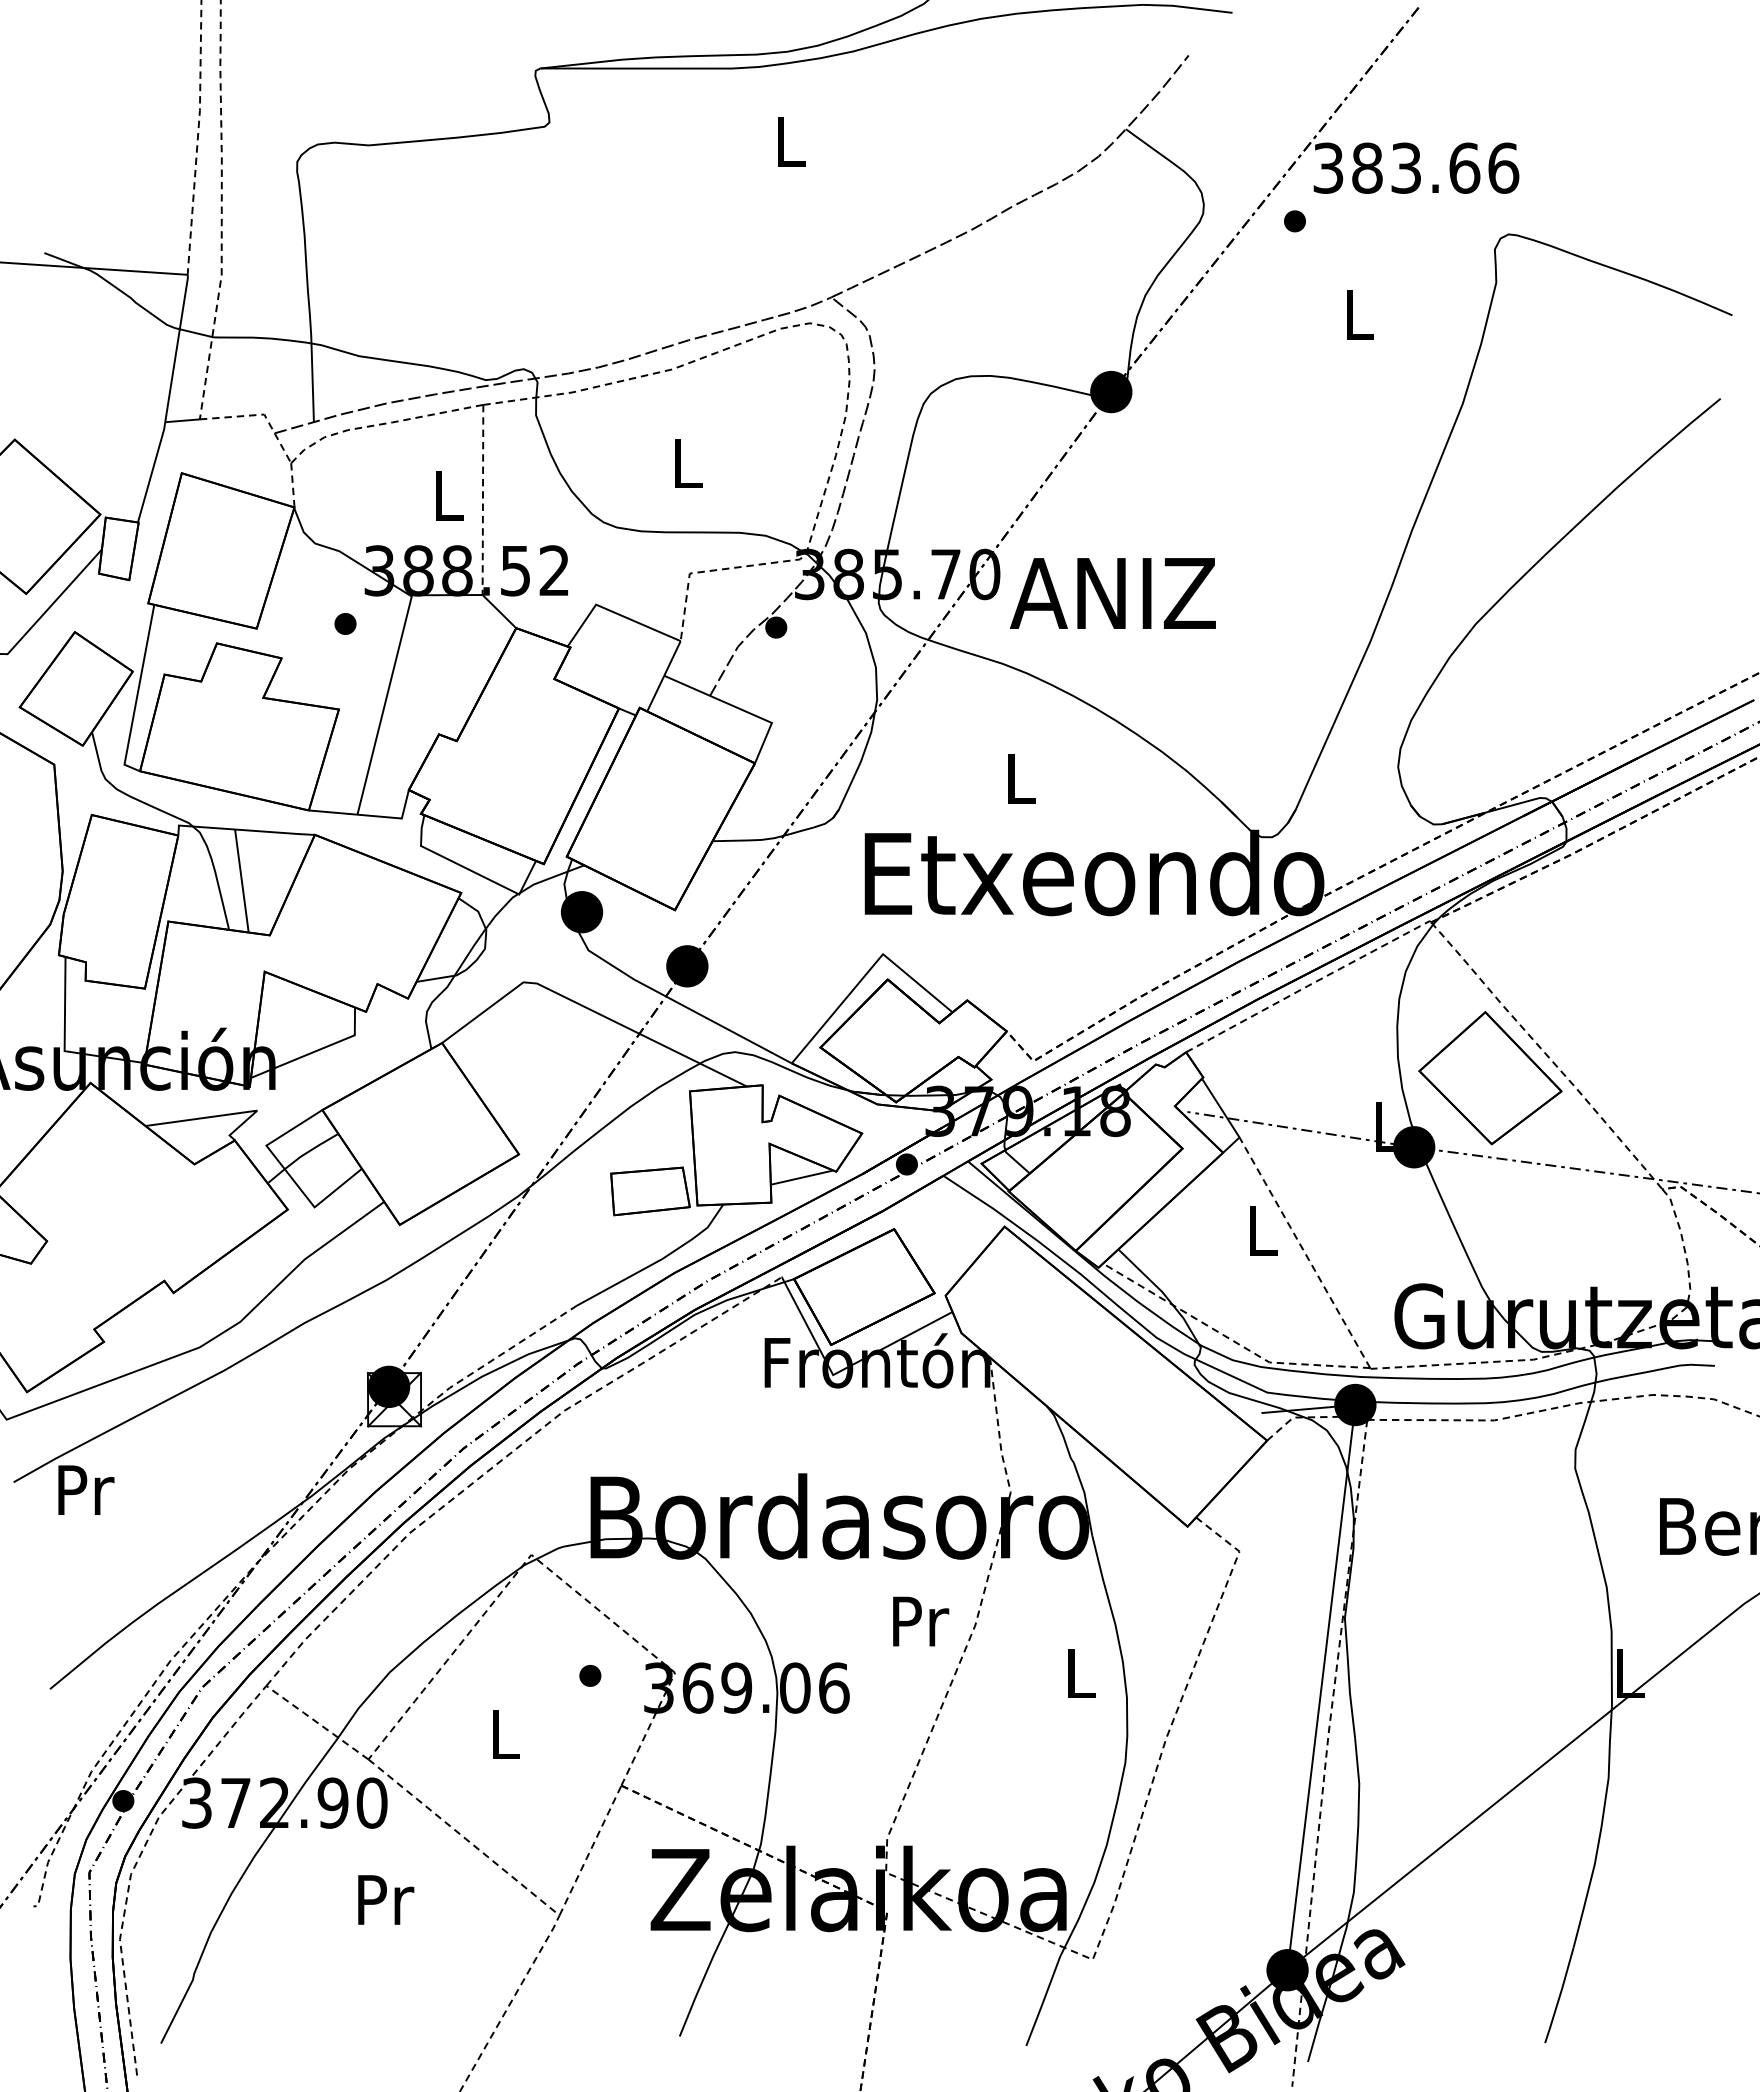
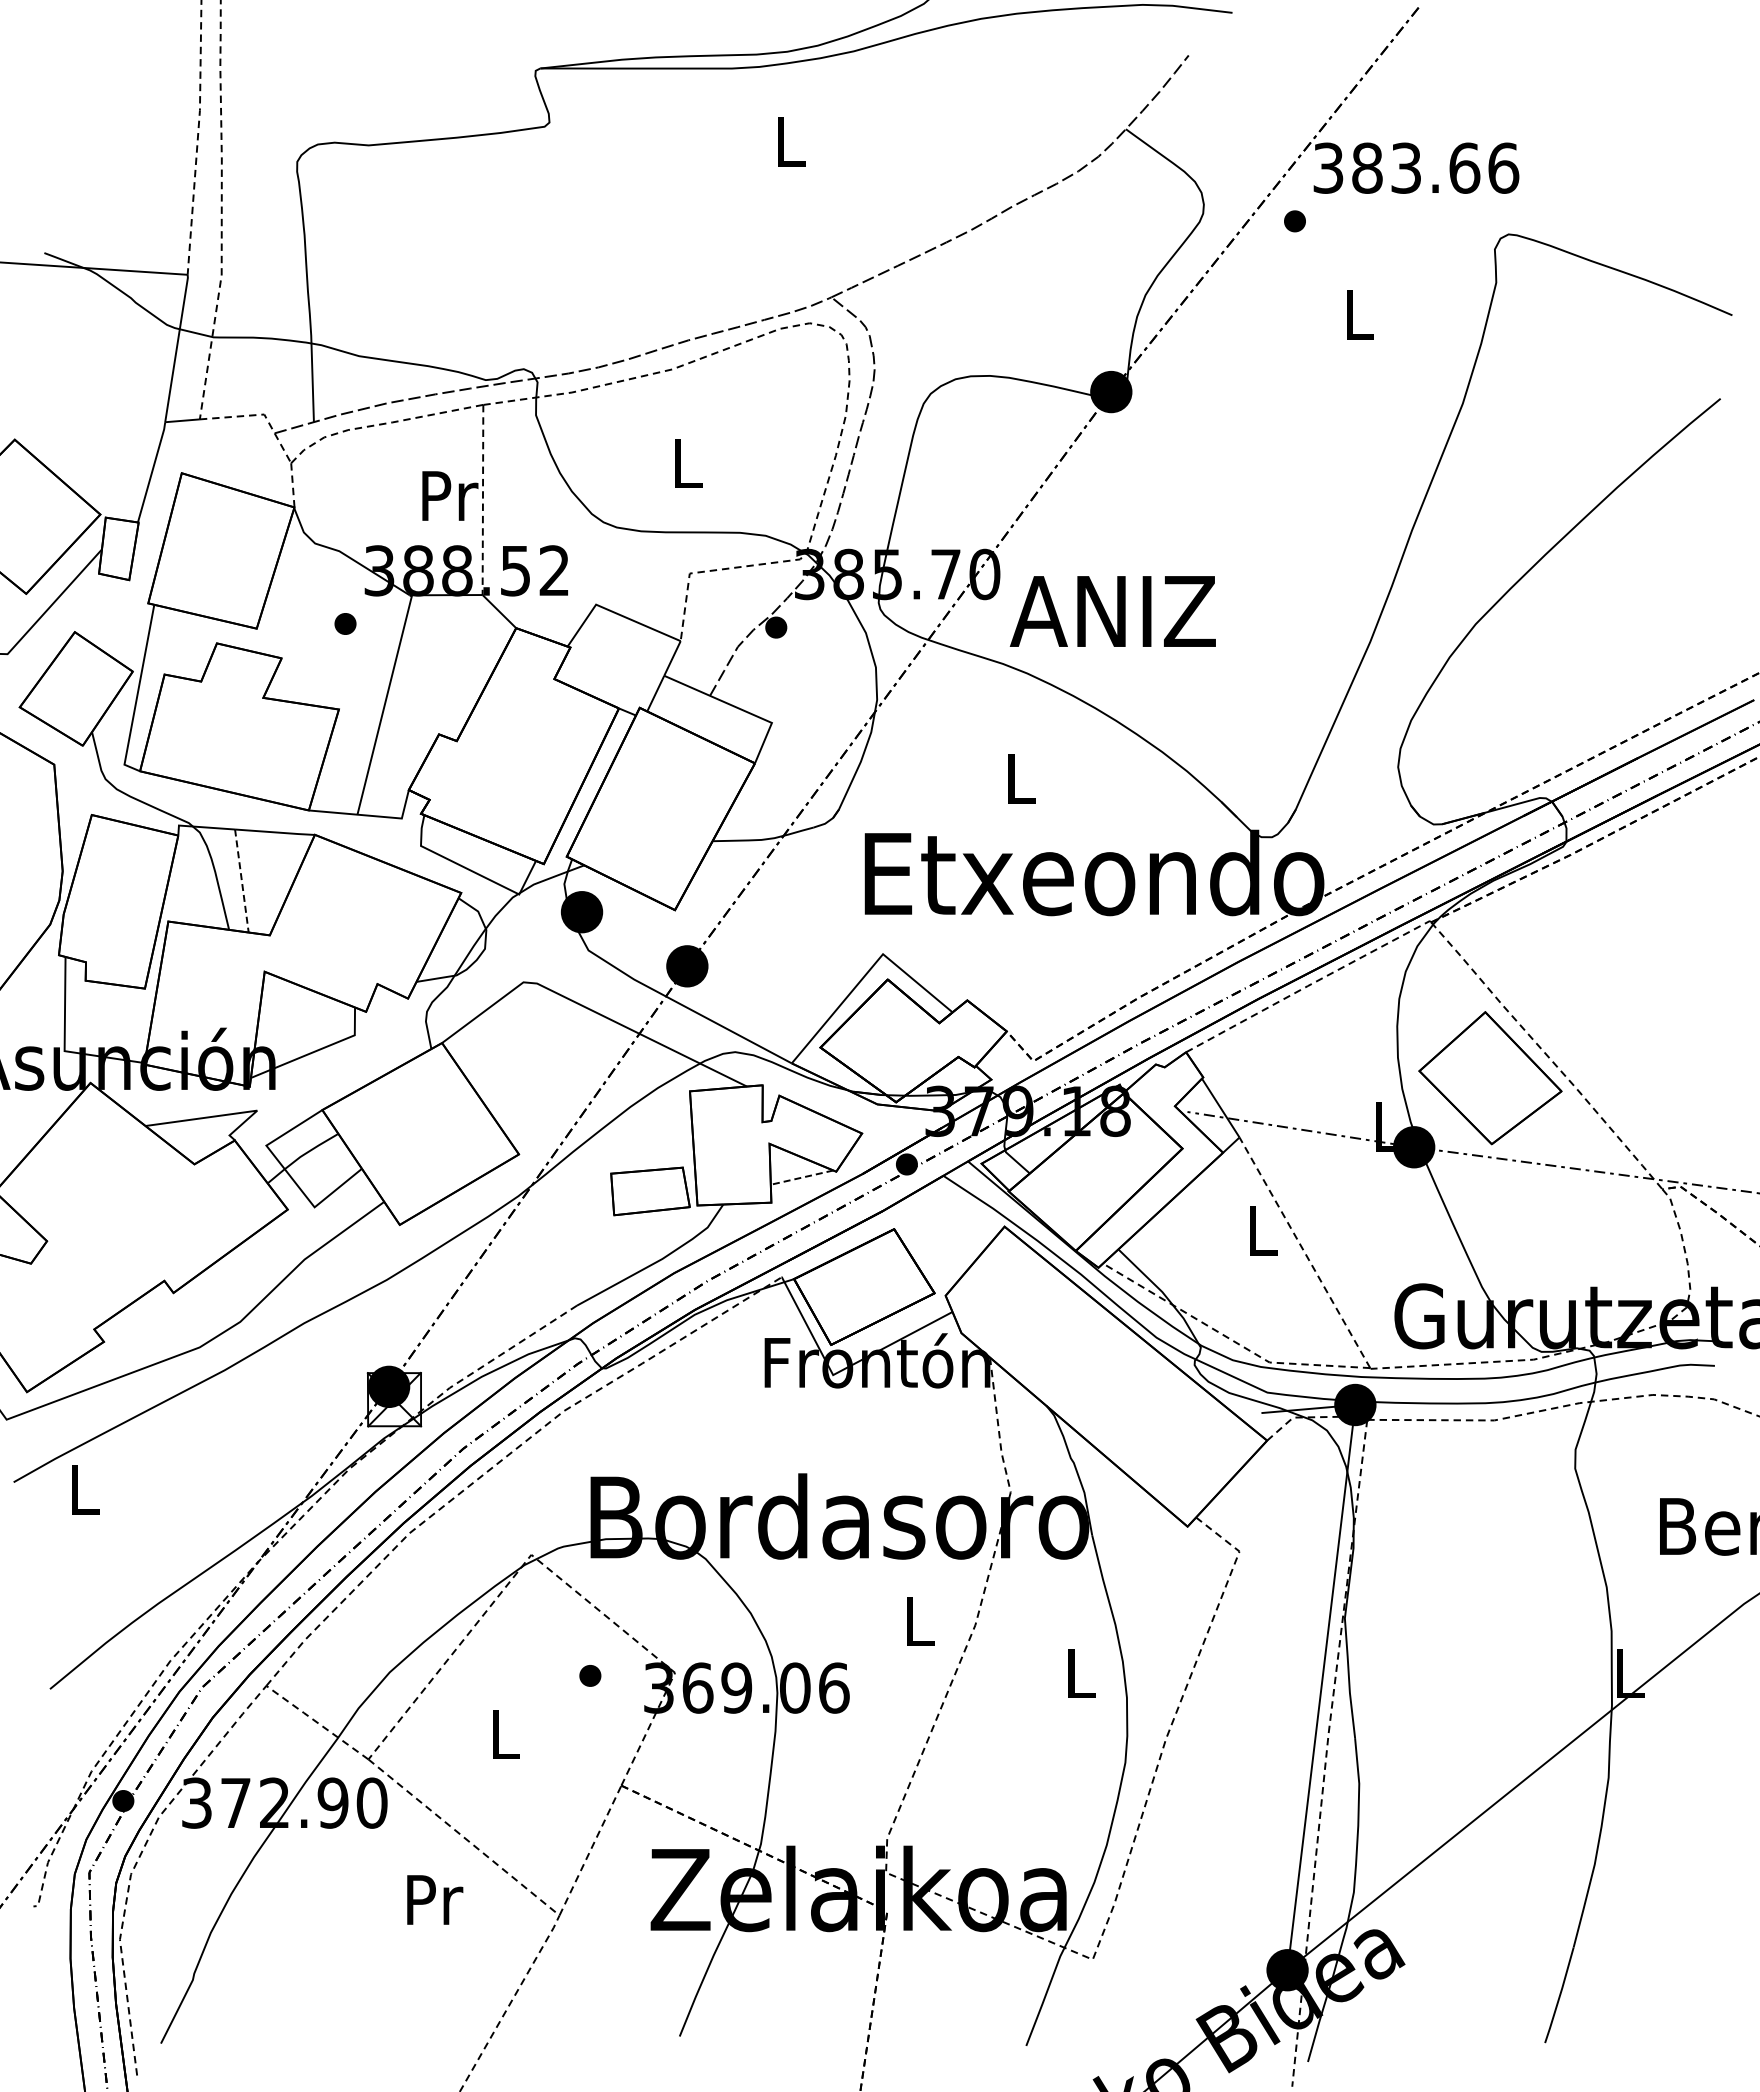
text at (450, 495): L -> Pr
text at (1112, 593) position: (1112, 593) -> (1112, 611)
line at (241, 881): solid -> dashed
line at (801, 1177): solid -> dashed
text at (86, 1489): Pr -> L
text at (921, 1621): Pr -> L
text at (386, 1899) position: (386, 1899) -> (435, 1899)
